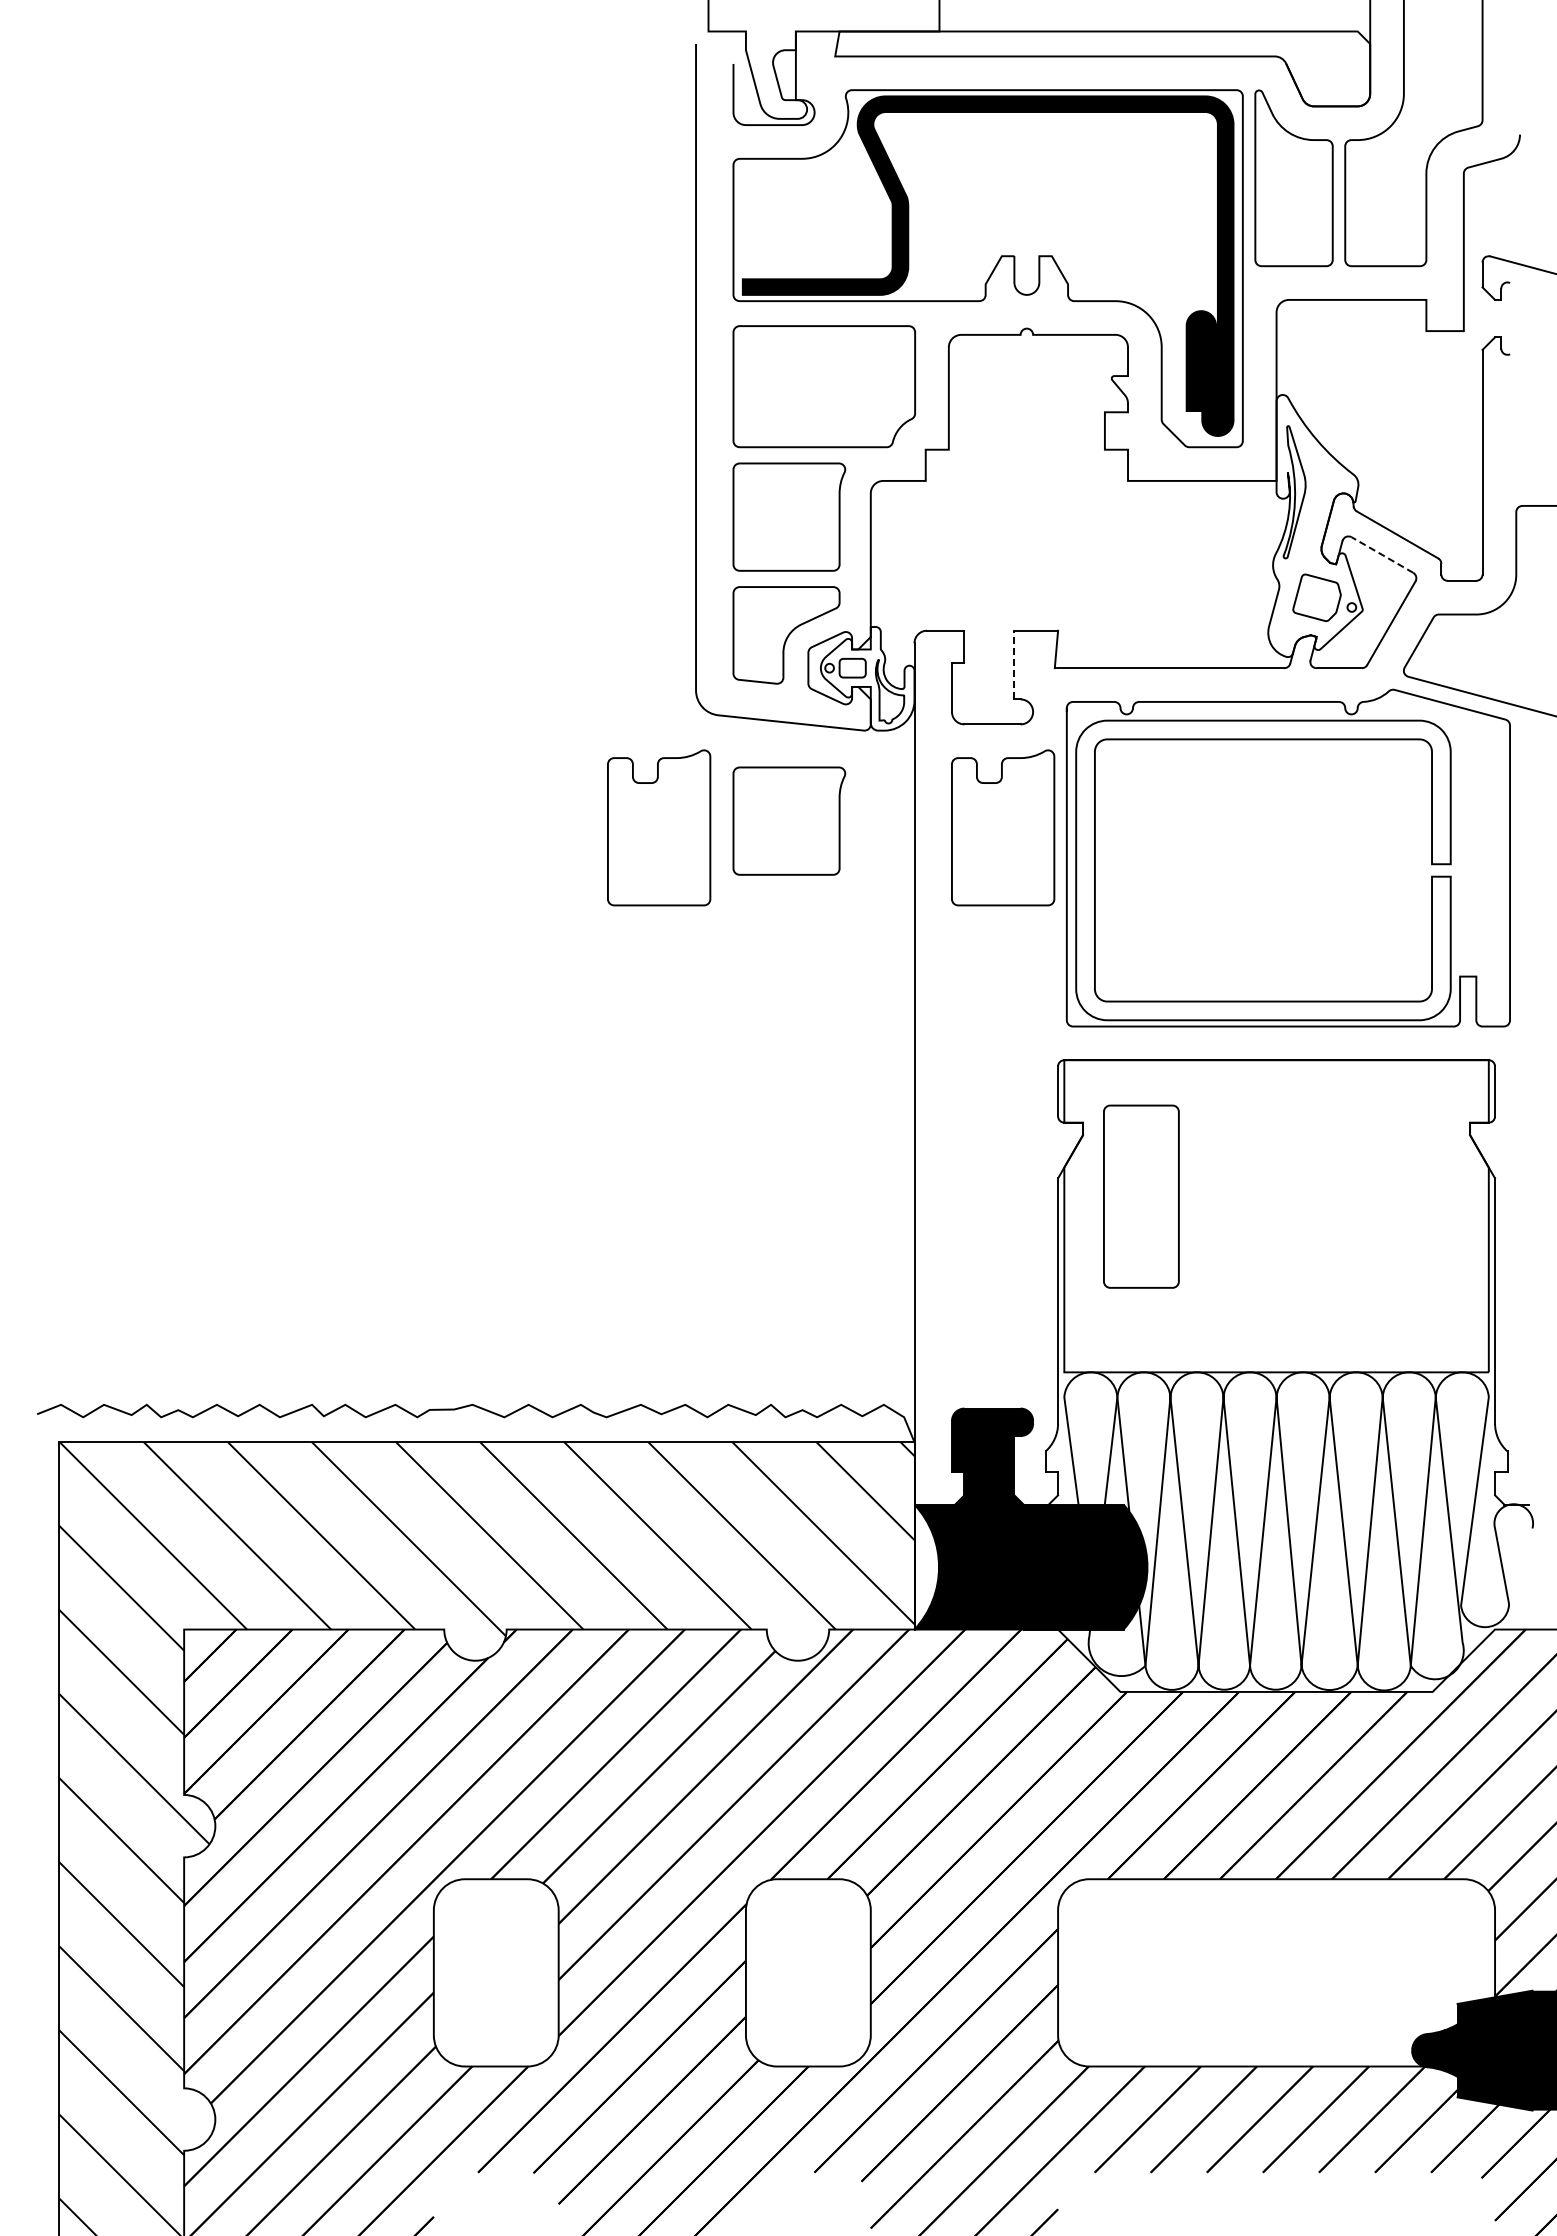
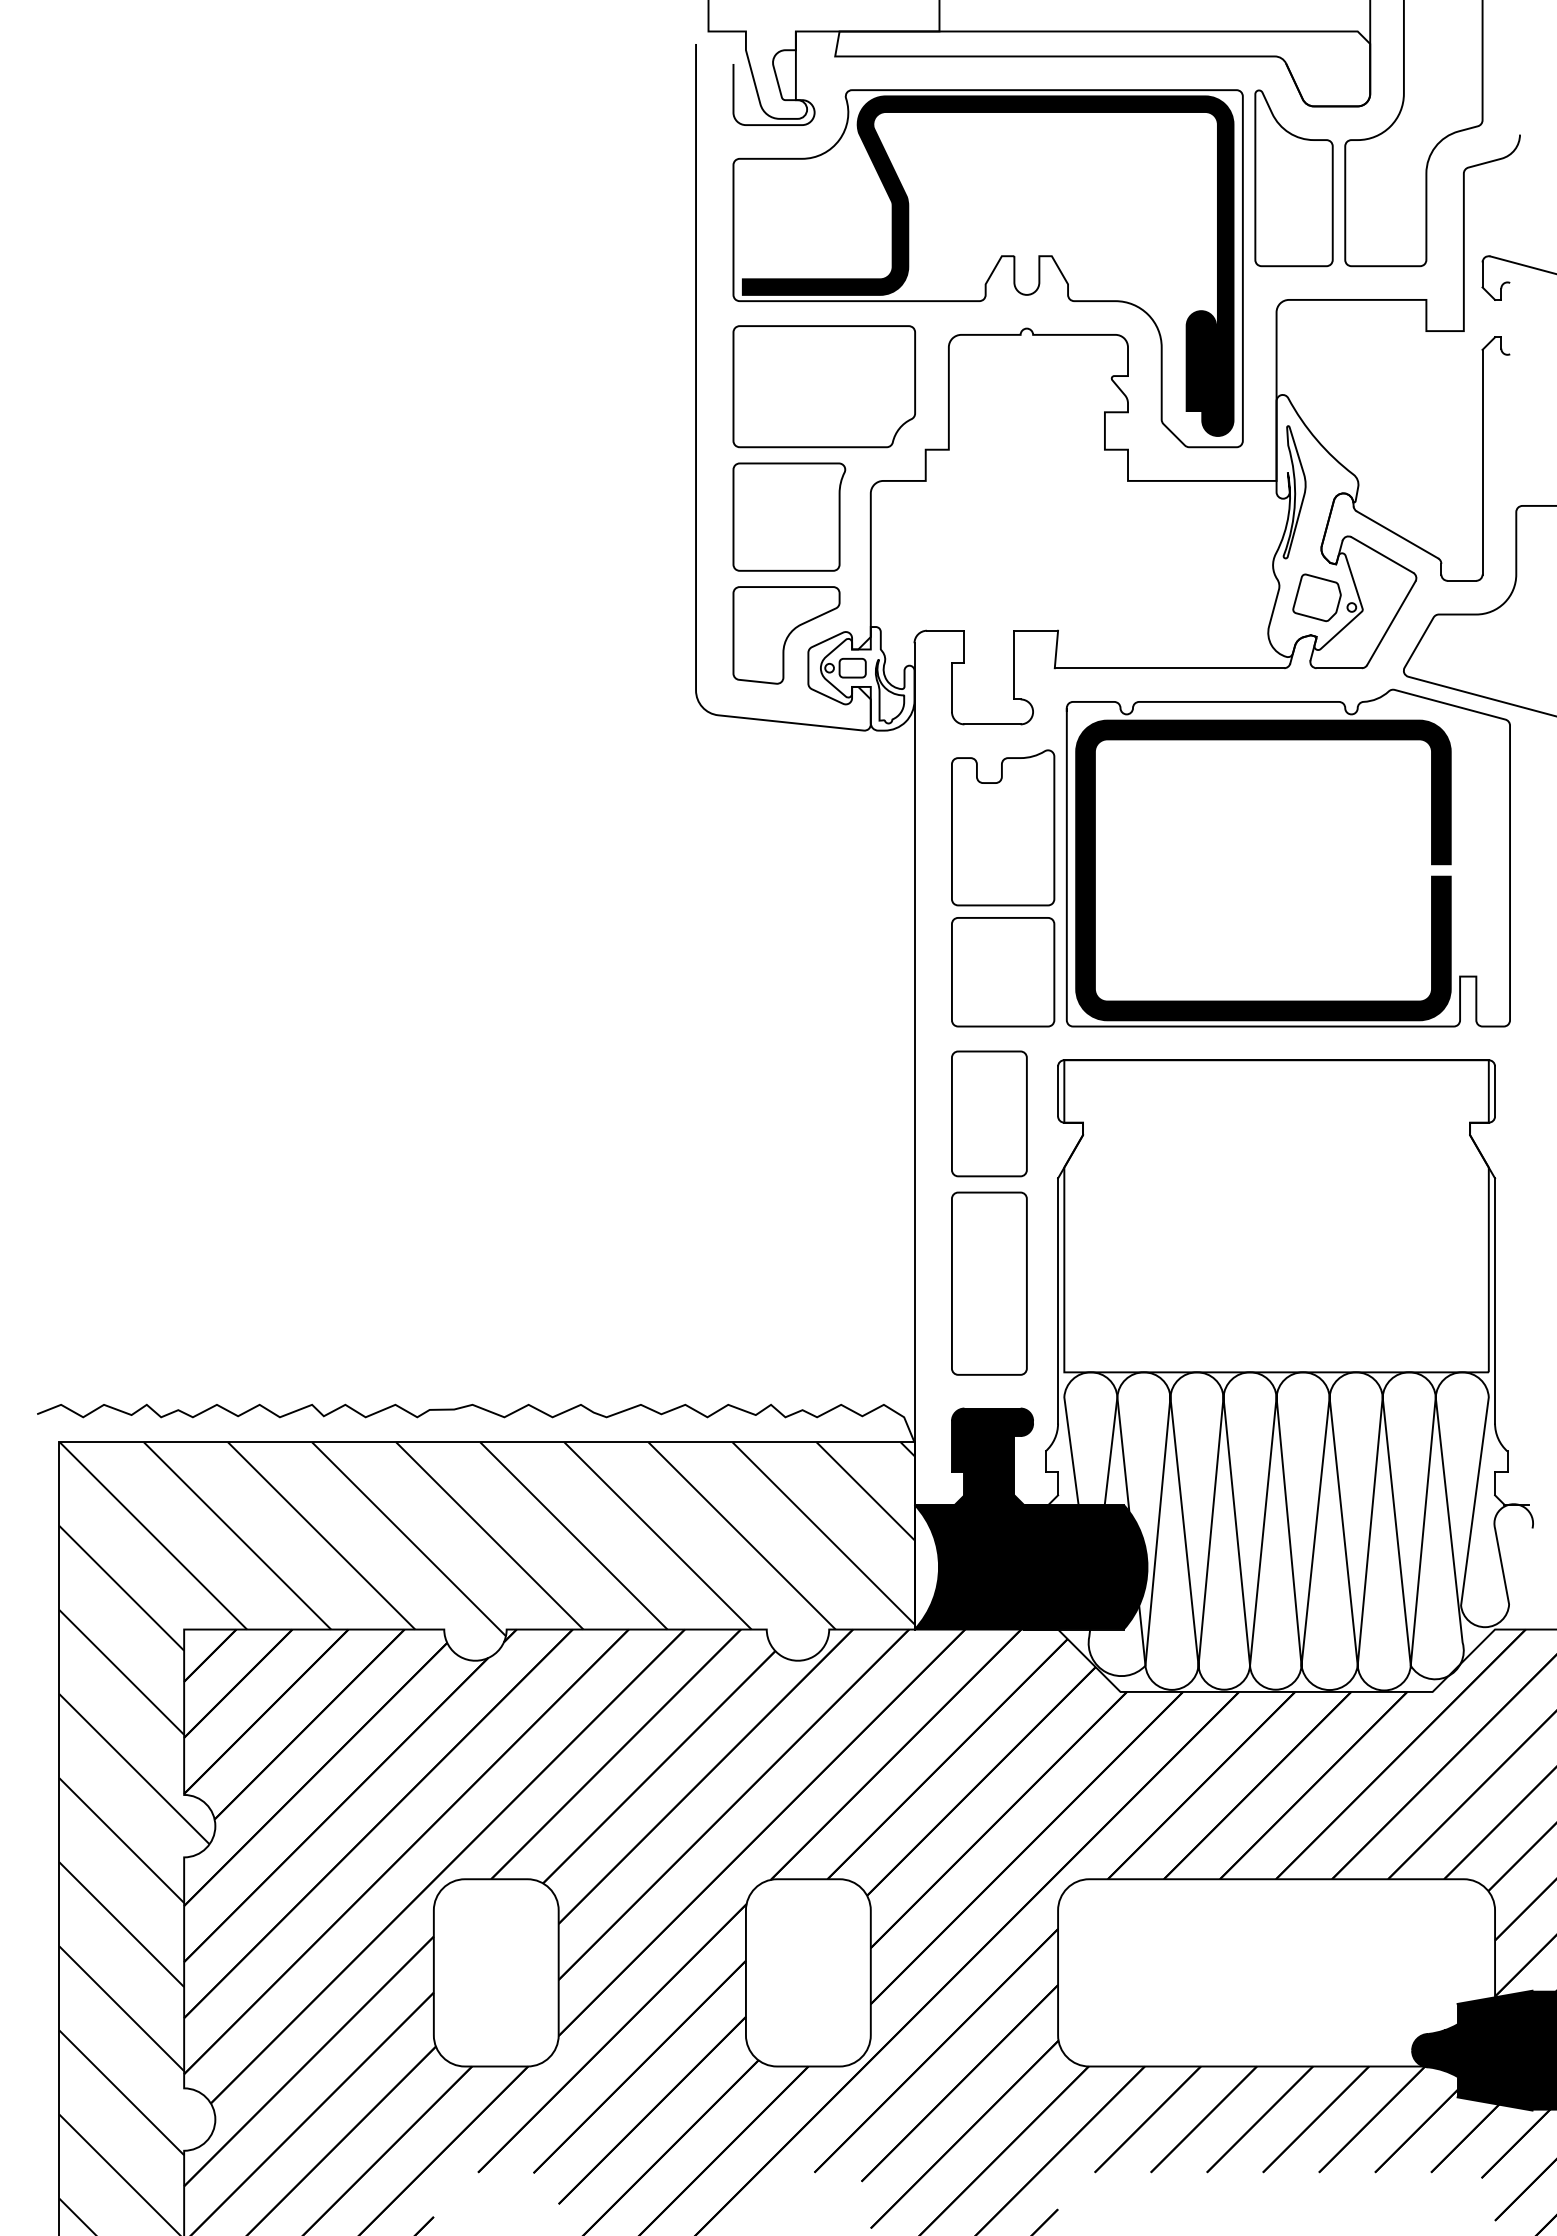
line at (1382, 555): dashed -> solid
line at (1014, 664): dashed -> solid
part at (789, 820): present -> none
part at (659, 827): present -> none
fill at (1263, 870): none -> present
part at (1003, 972): none -> present
part at (989, 1113): none -> present
part at (1141, 1196) position: (1141, 1196) -> (989, 1283)
